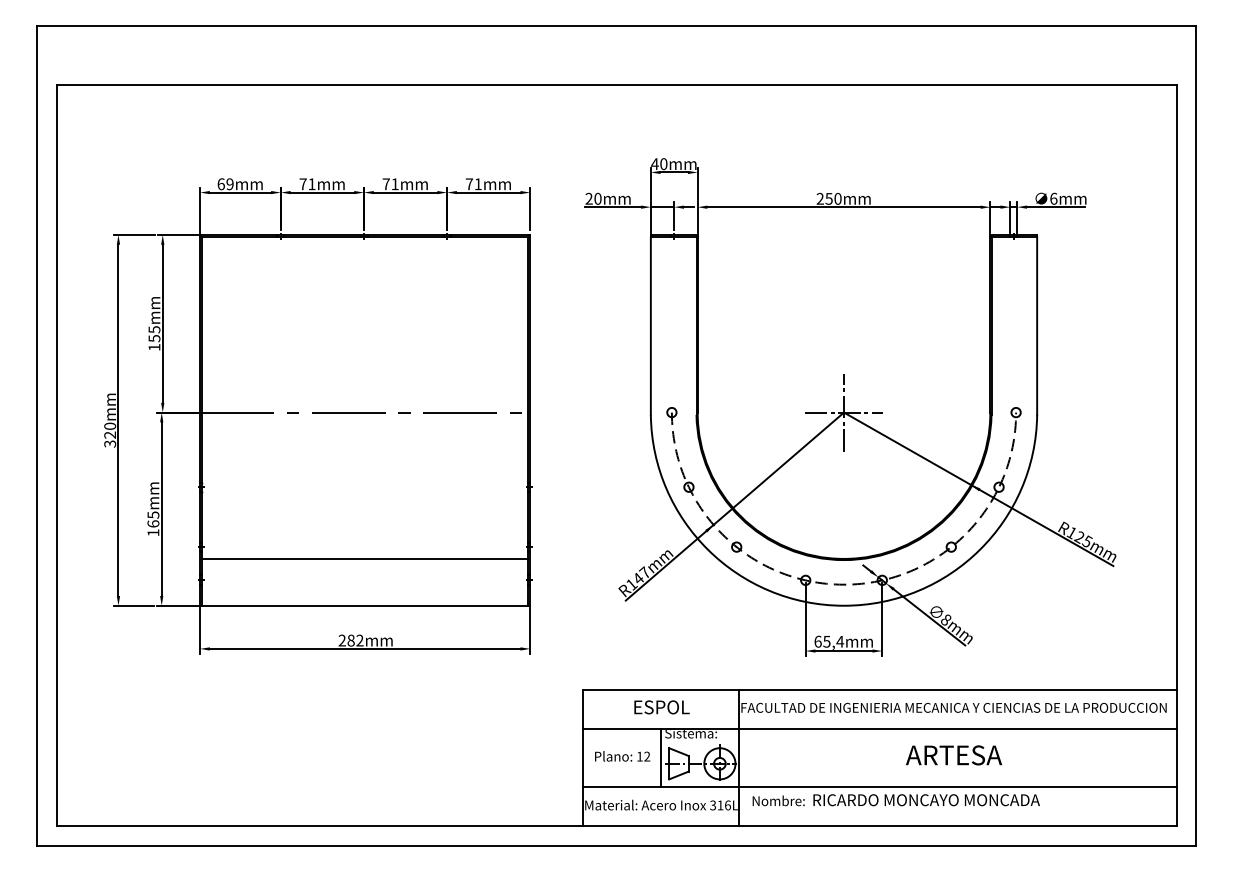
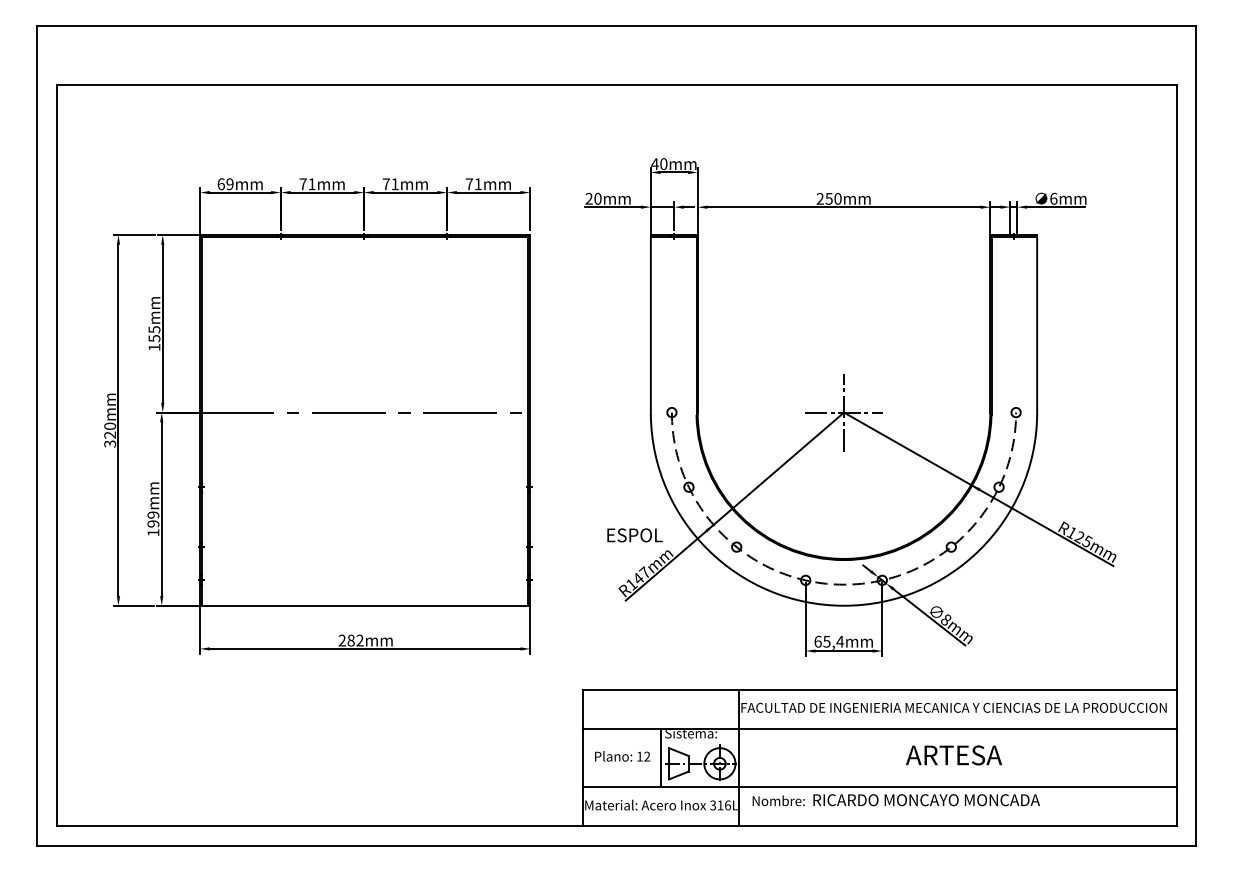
text at (153, 519): 165mm -> 199mm
line at (364, 558): present -> none
text at (661, 707) position: (661, 707) -> (634, 535)
